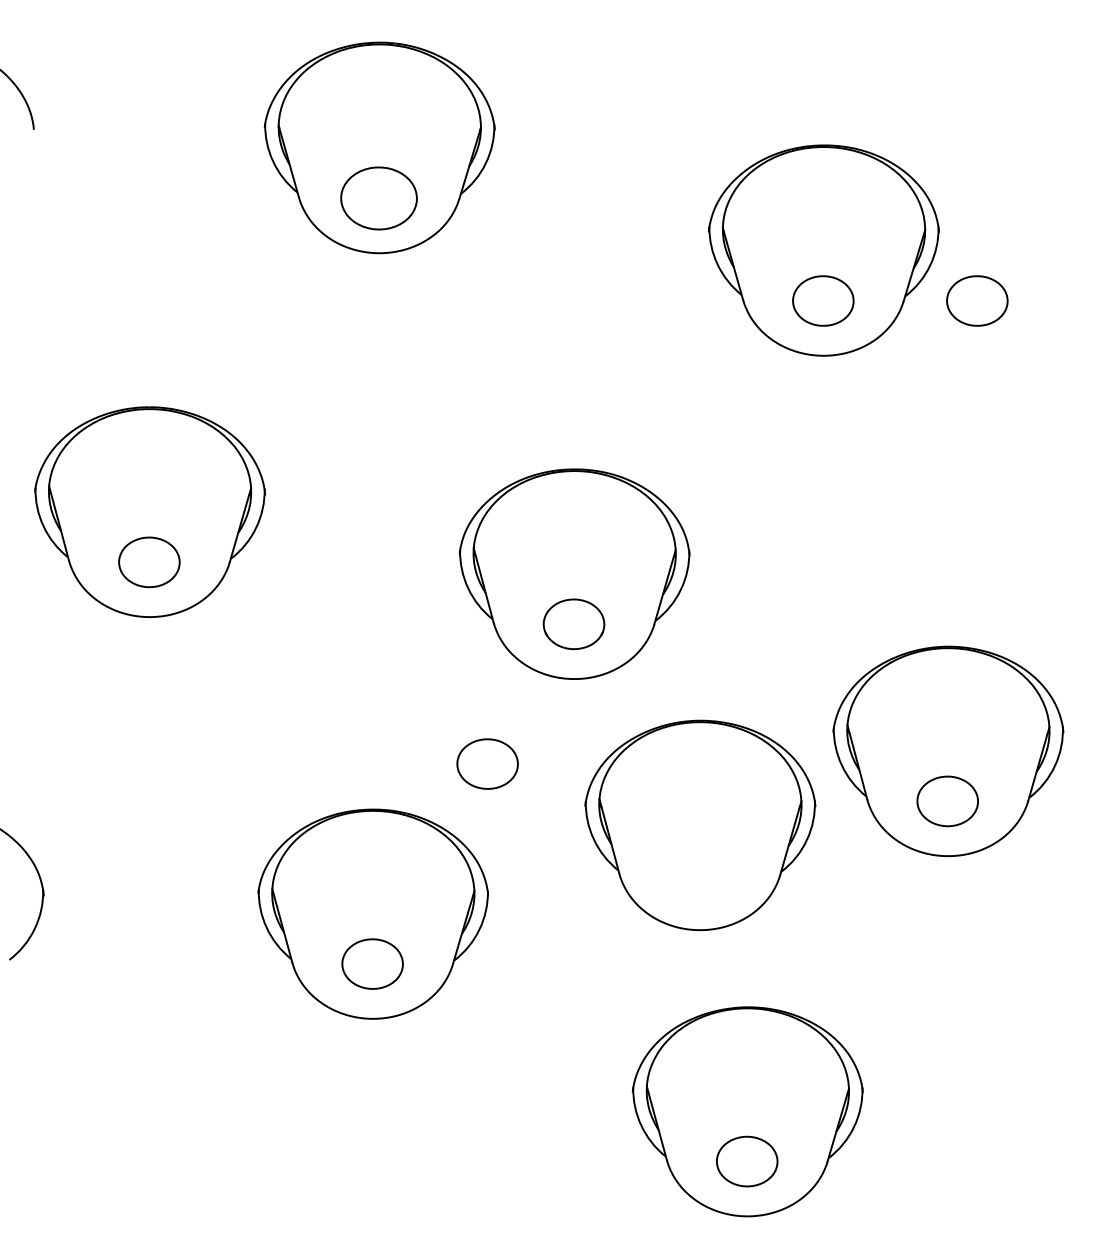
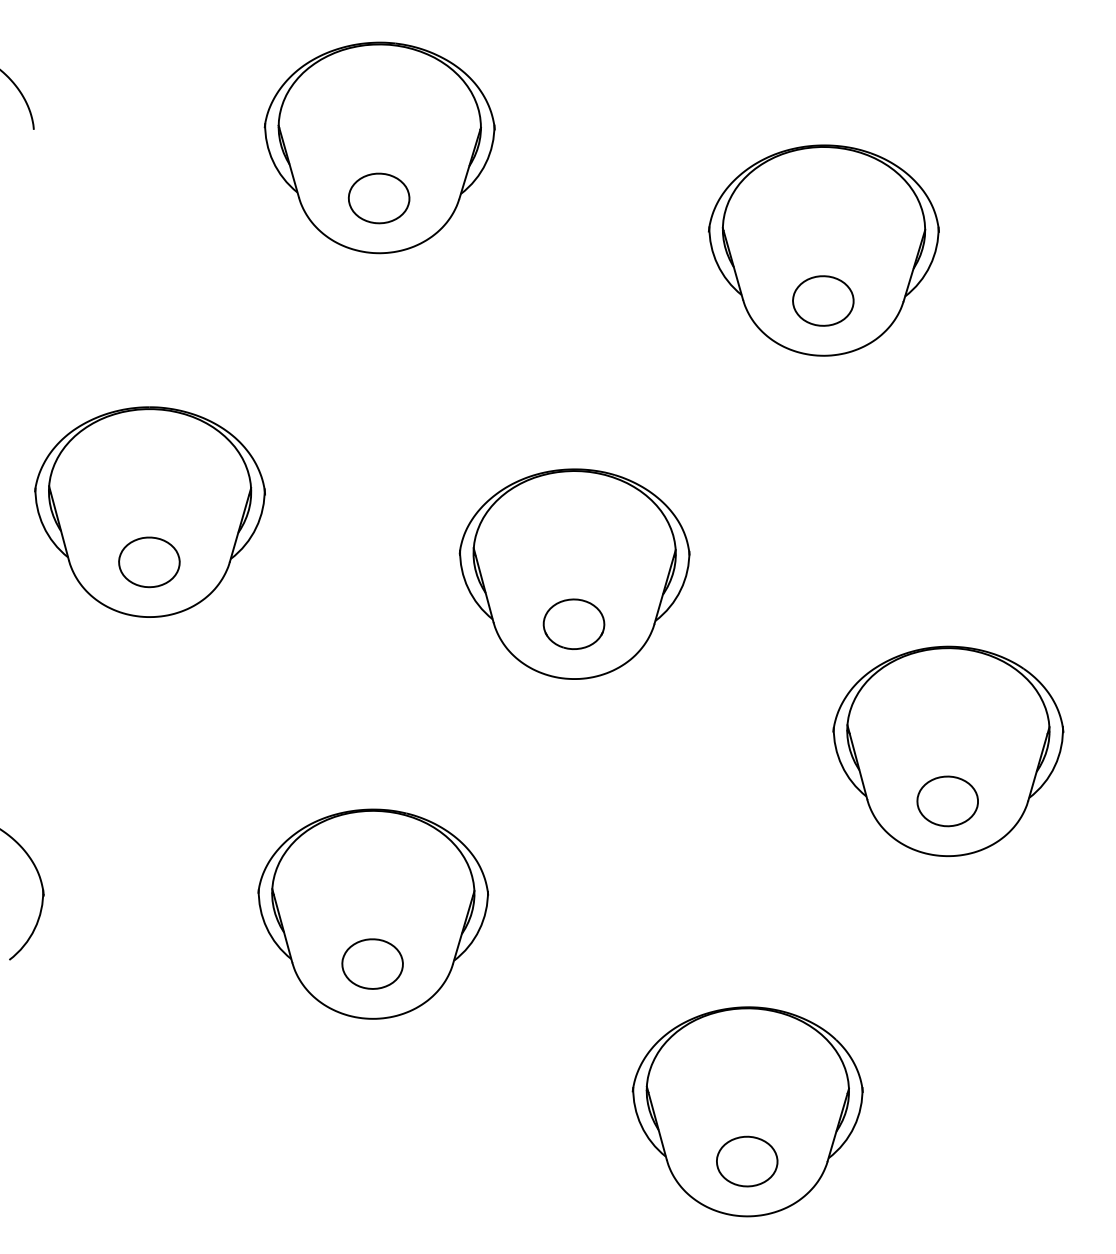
part at (378, 198) size: 78x65 px -> 63x53 px
part at (977, 300): present -> none
part at (487, 763): present -> none
part at (700, 824): present -> none
